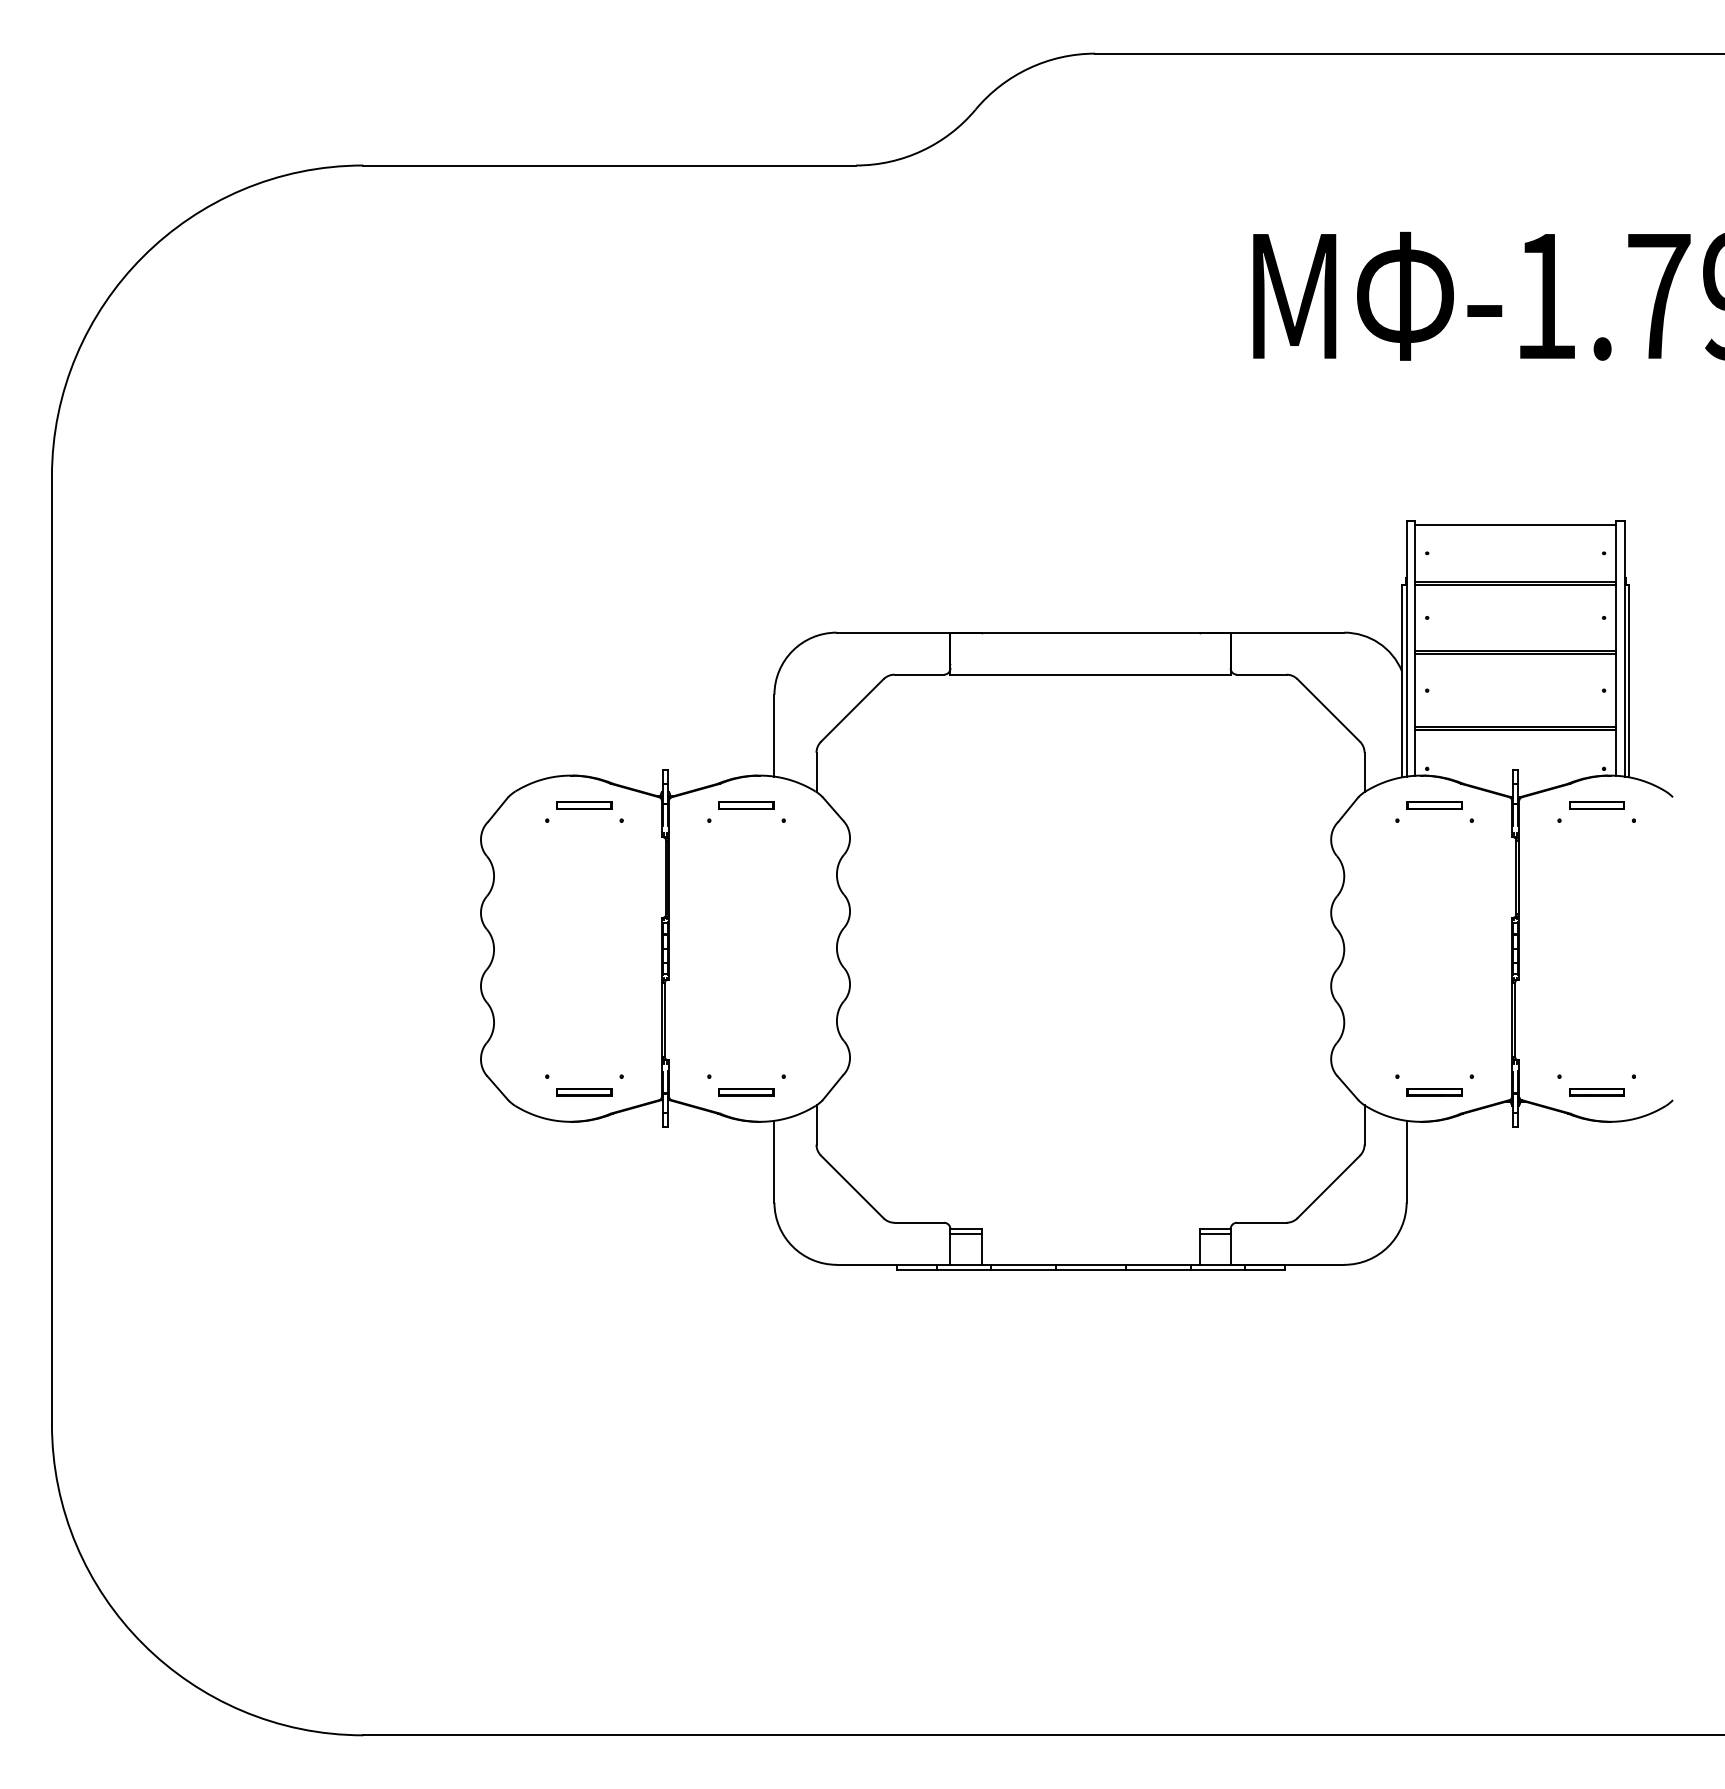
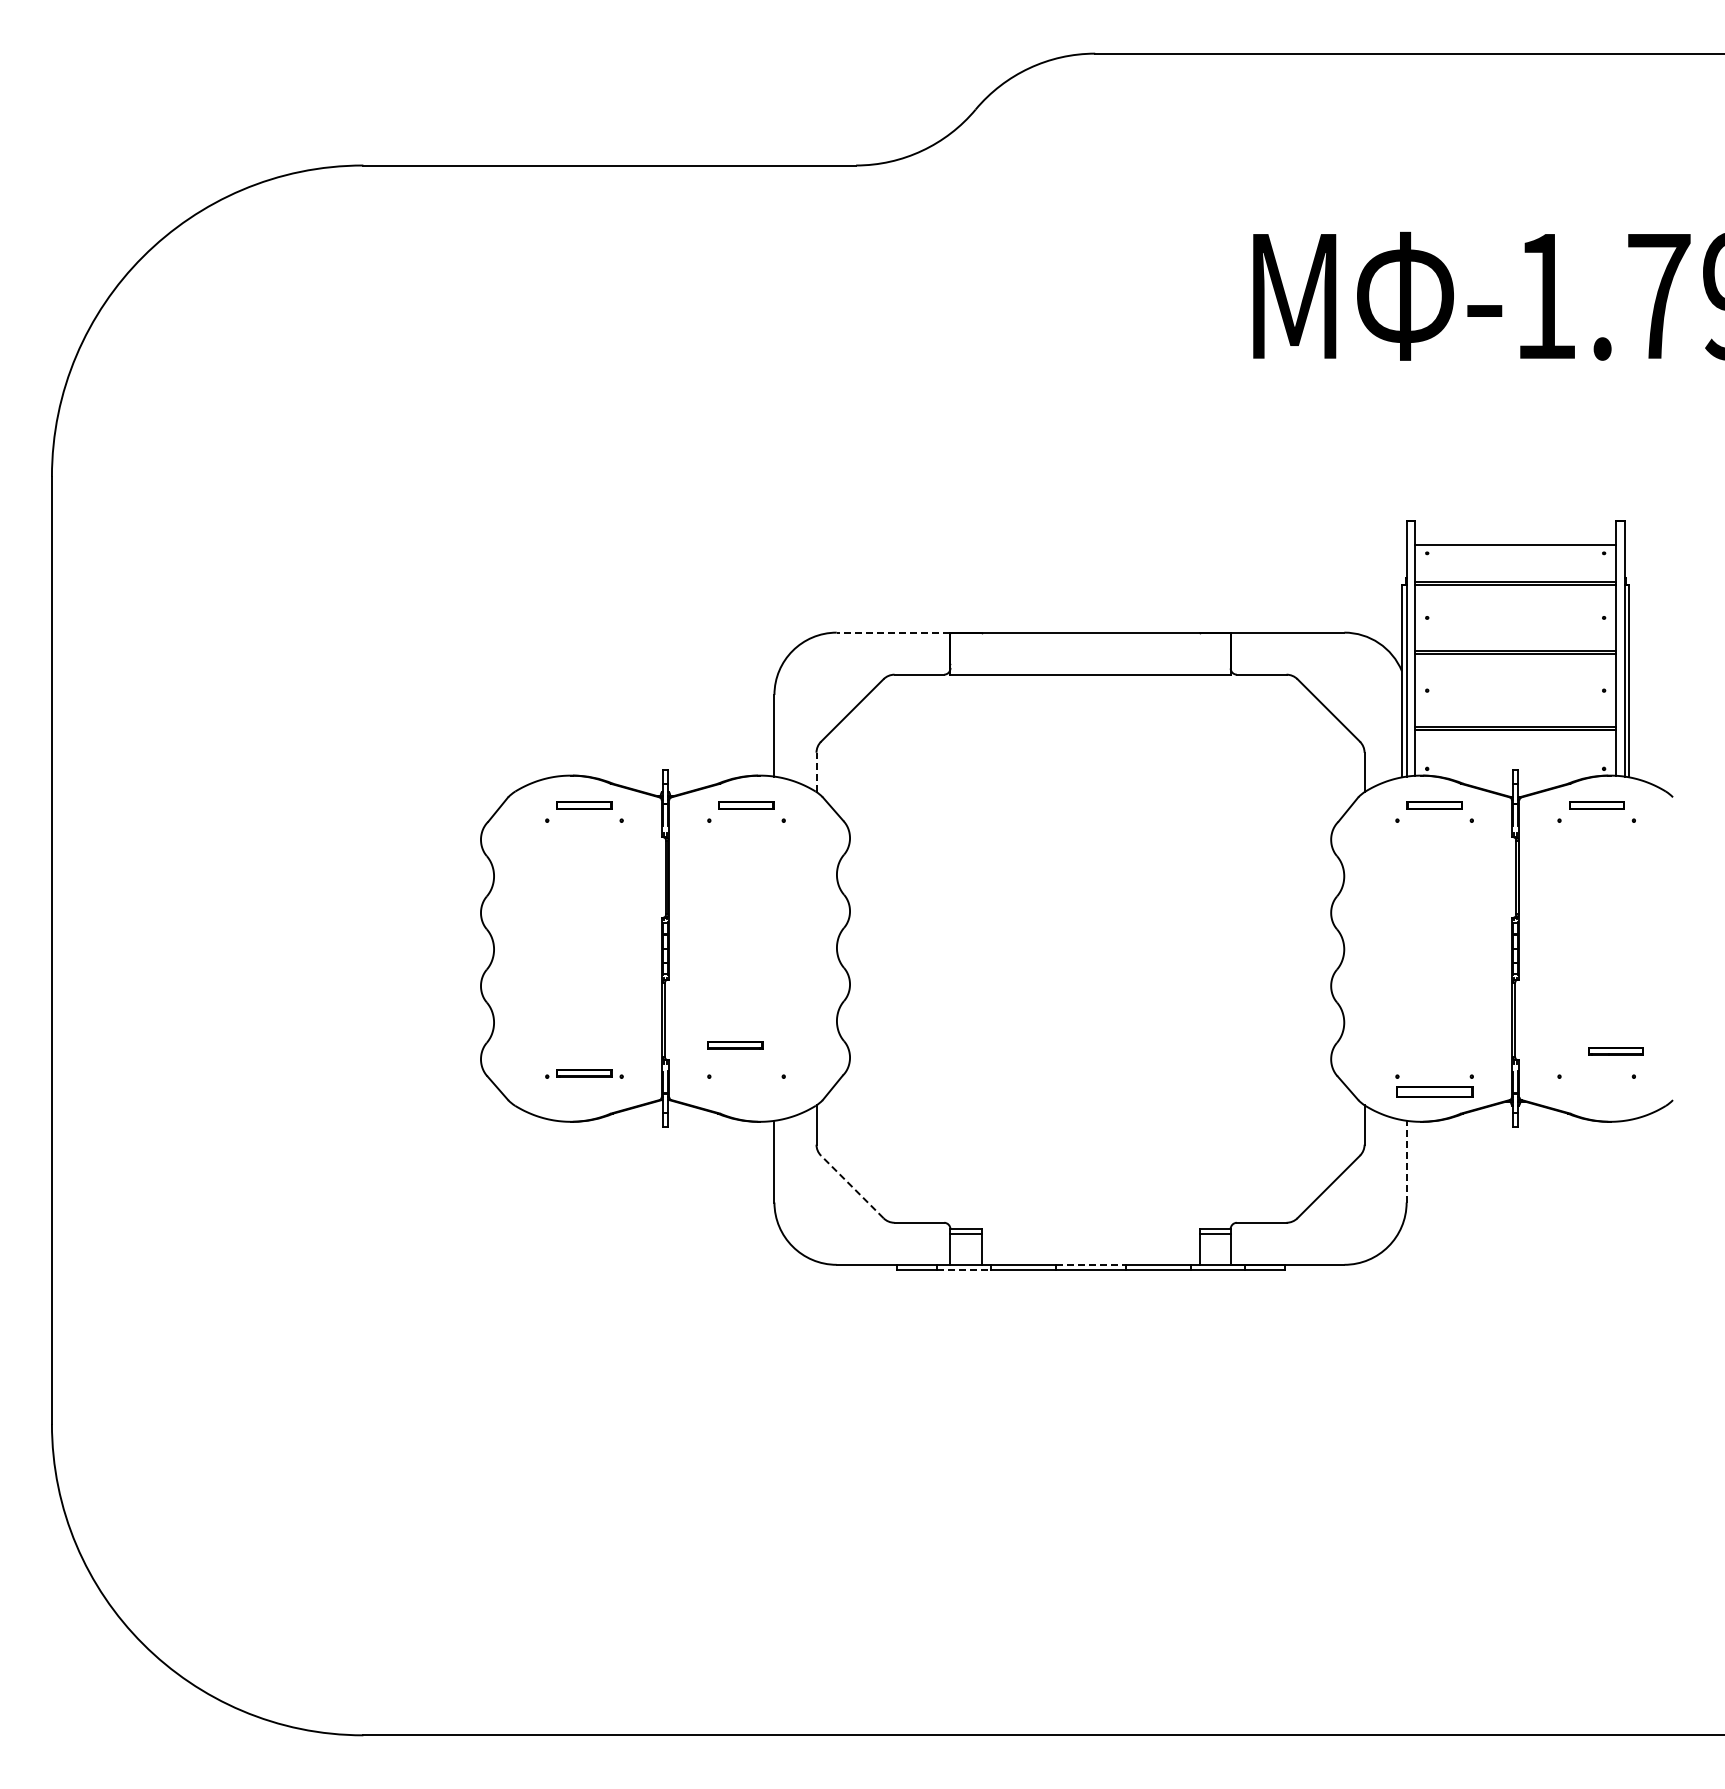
line at (1515, 524) position: (1515, 524) -> (1515, 544)
line at (893, 632): solid -> dashed
line at (816, 772): solid -> dashed
part at (584, 1092) position: (584, 1092) -> (584, 1073)
part at (746, 1092) position: (746, 1092) -> (735, 1045)
part at (1434, 1092) size: 57x9 px -> 78x12 px
part at (1596, 1092) position: (1596, 1092) -> (1615, 1051)
line at (1406, 1161): solid -> dashed
line at (851, 1186): solid -> dashed
line at (1090, 1264): solid -> dashed
line at (964, 1269): solid -> dashed
